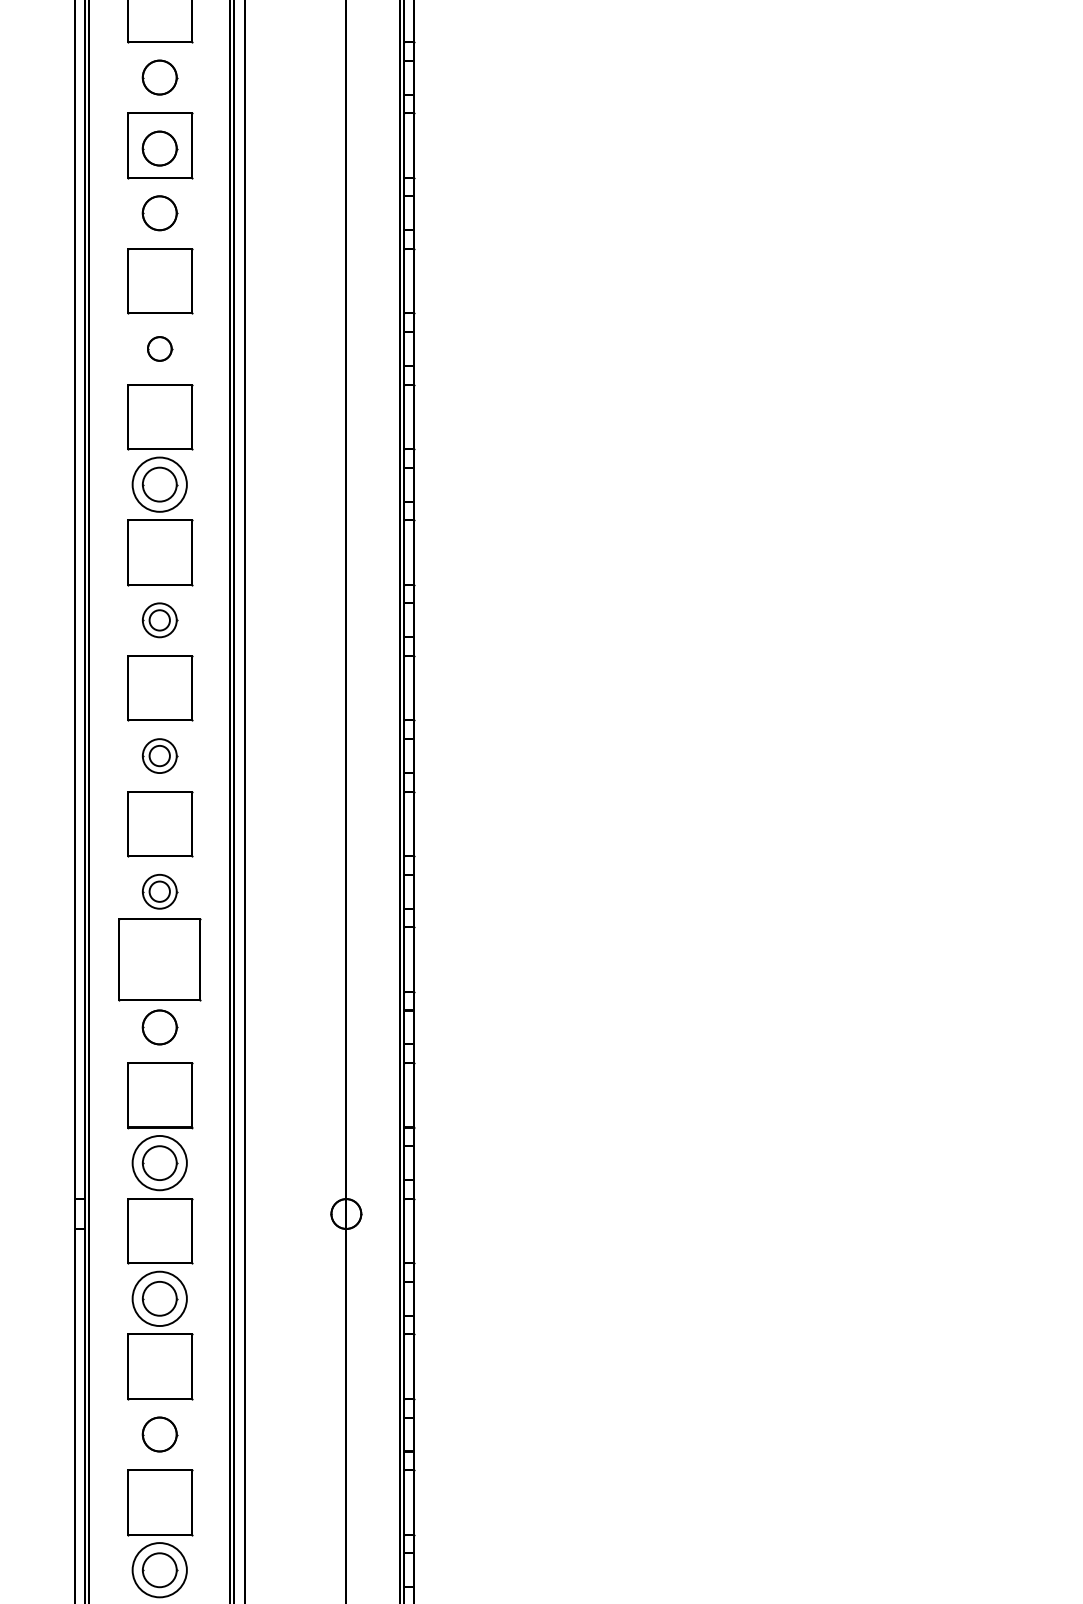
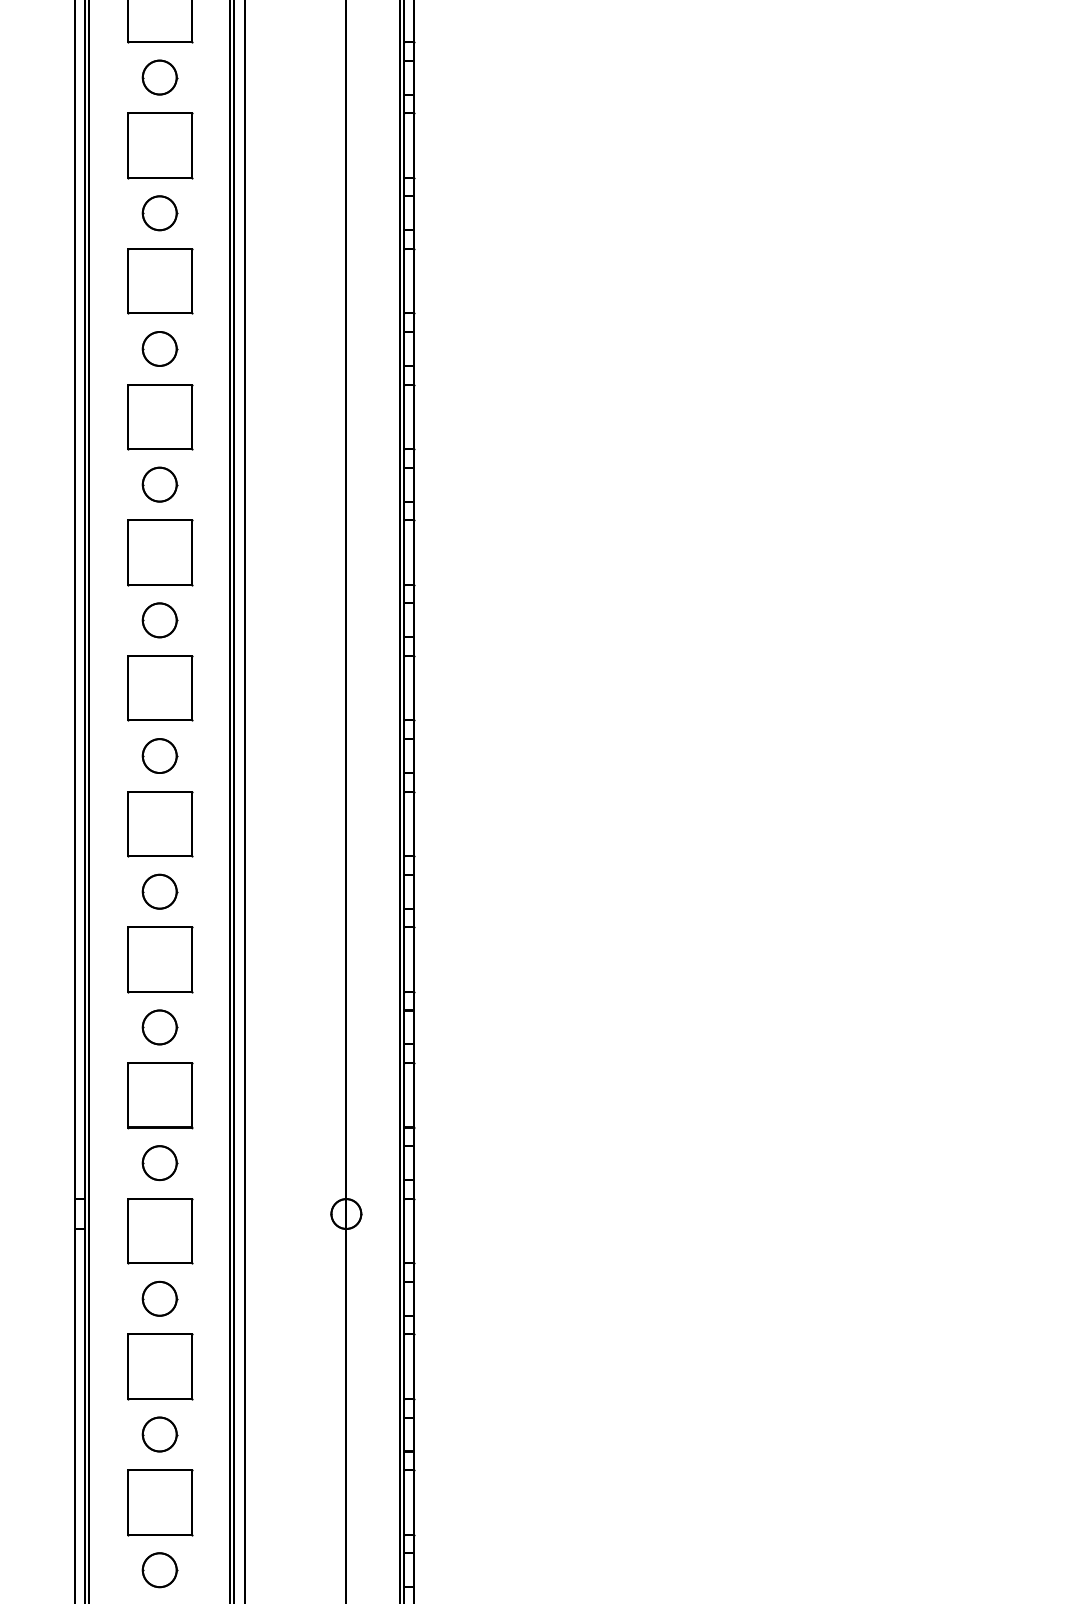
part at (159, 148): present -> none
part at (160, 348) size: 27x26 px -> 38x36 px
circle at (159, 484) diameter: 54 px -> 34 px
circle at (159, 620) diameter: 20 px -> 34 px
circle at (159, 755) diameter: 20 px -> 34 px
circle at (159, 891) diameter: 20 px -> 34 px
part at (159, 959) size: 84x84 px -> 67x68 px
circle at (159, 1162) diameter: 54 px -> 34 px
circle at (159, 1298) diameter: 54 px -> 34 px
circle at (159, 1570) diameter: 54 px -> 34 px
